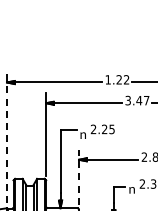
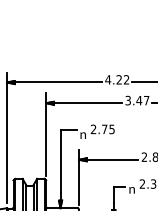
text at (108, 79): 1.22 -> 4.22
text at (104, 129): 2.25 -> 2.75
line at (7, 137): dashed -> solid
line at (79, 176): dashed -> solid
